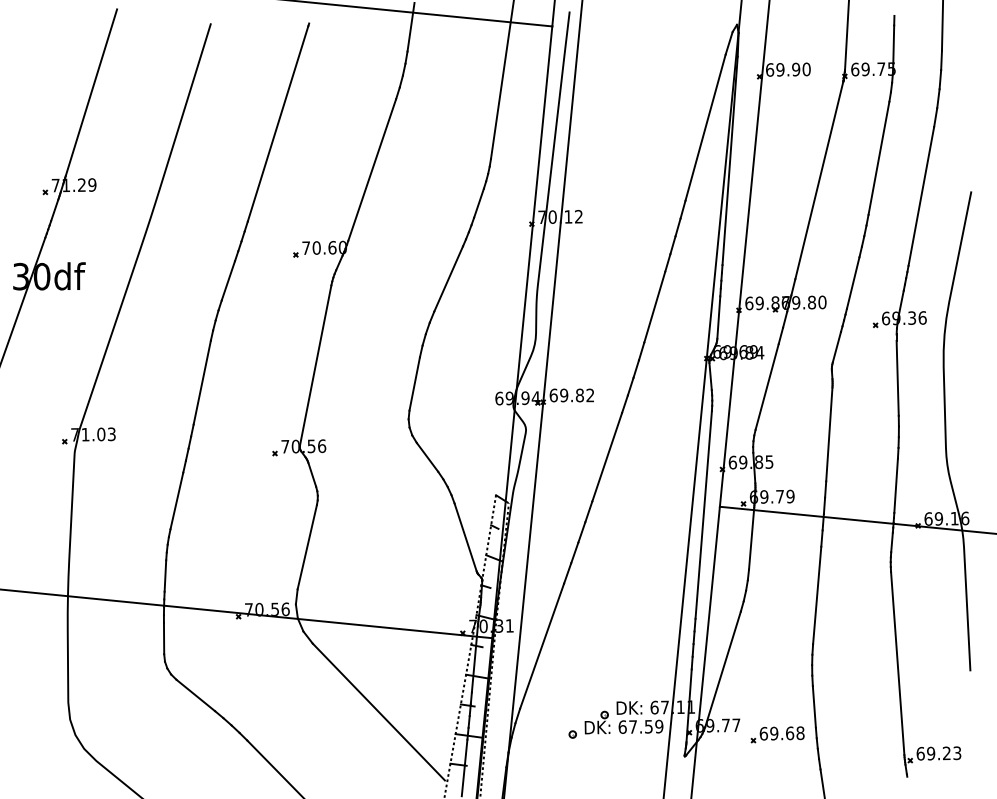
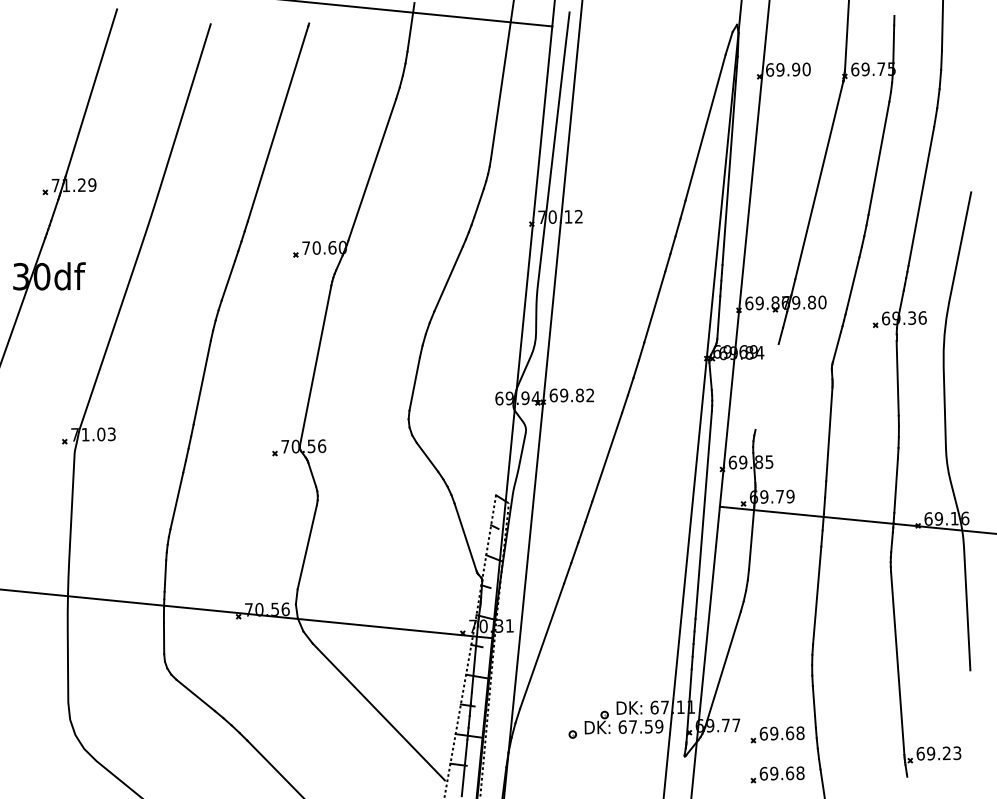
line at (766, 386): present -> none
part at (777, 774): none -> present
